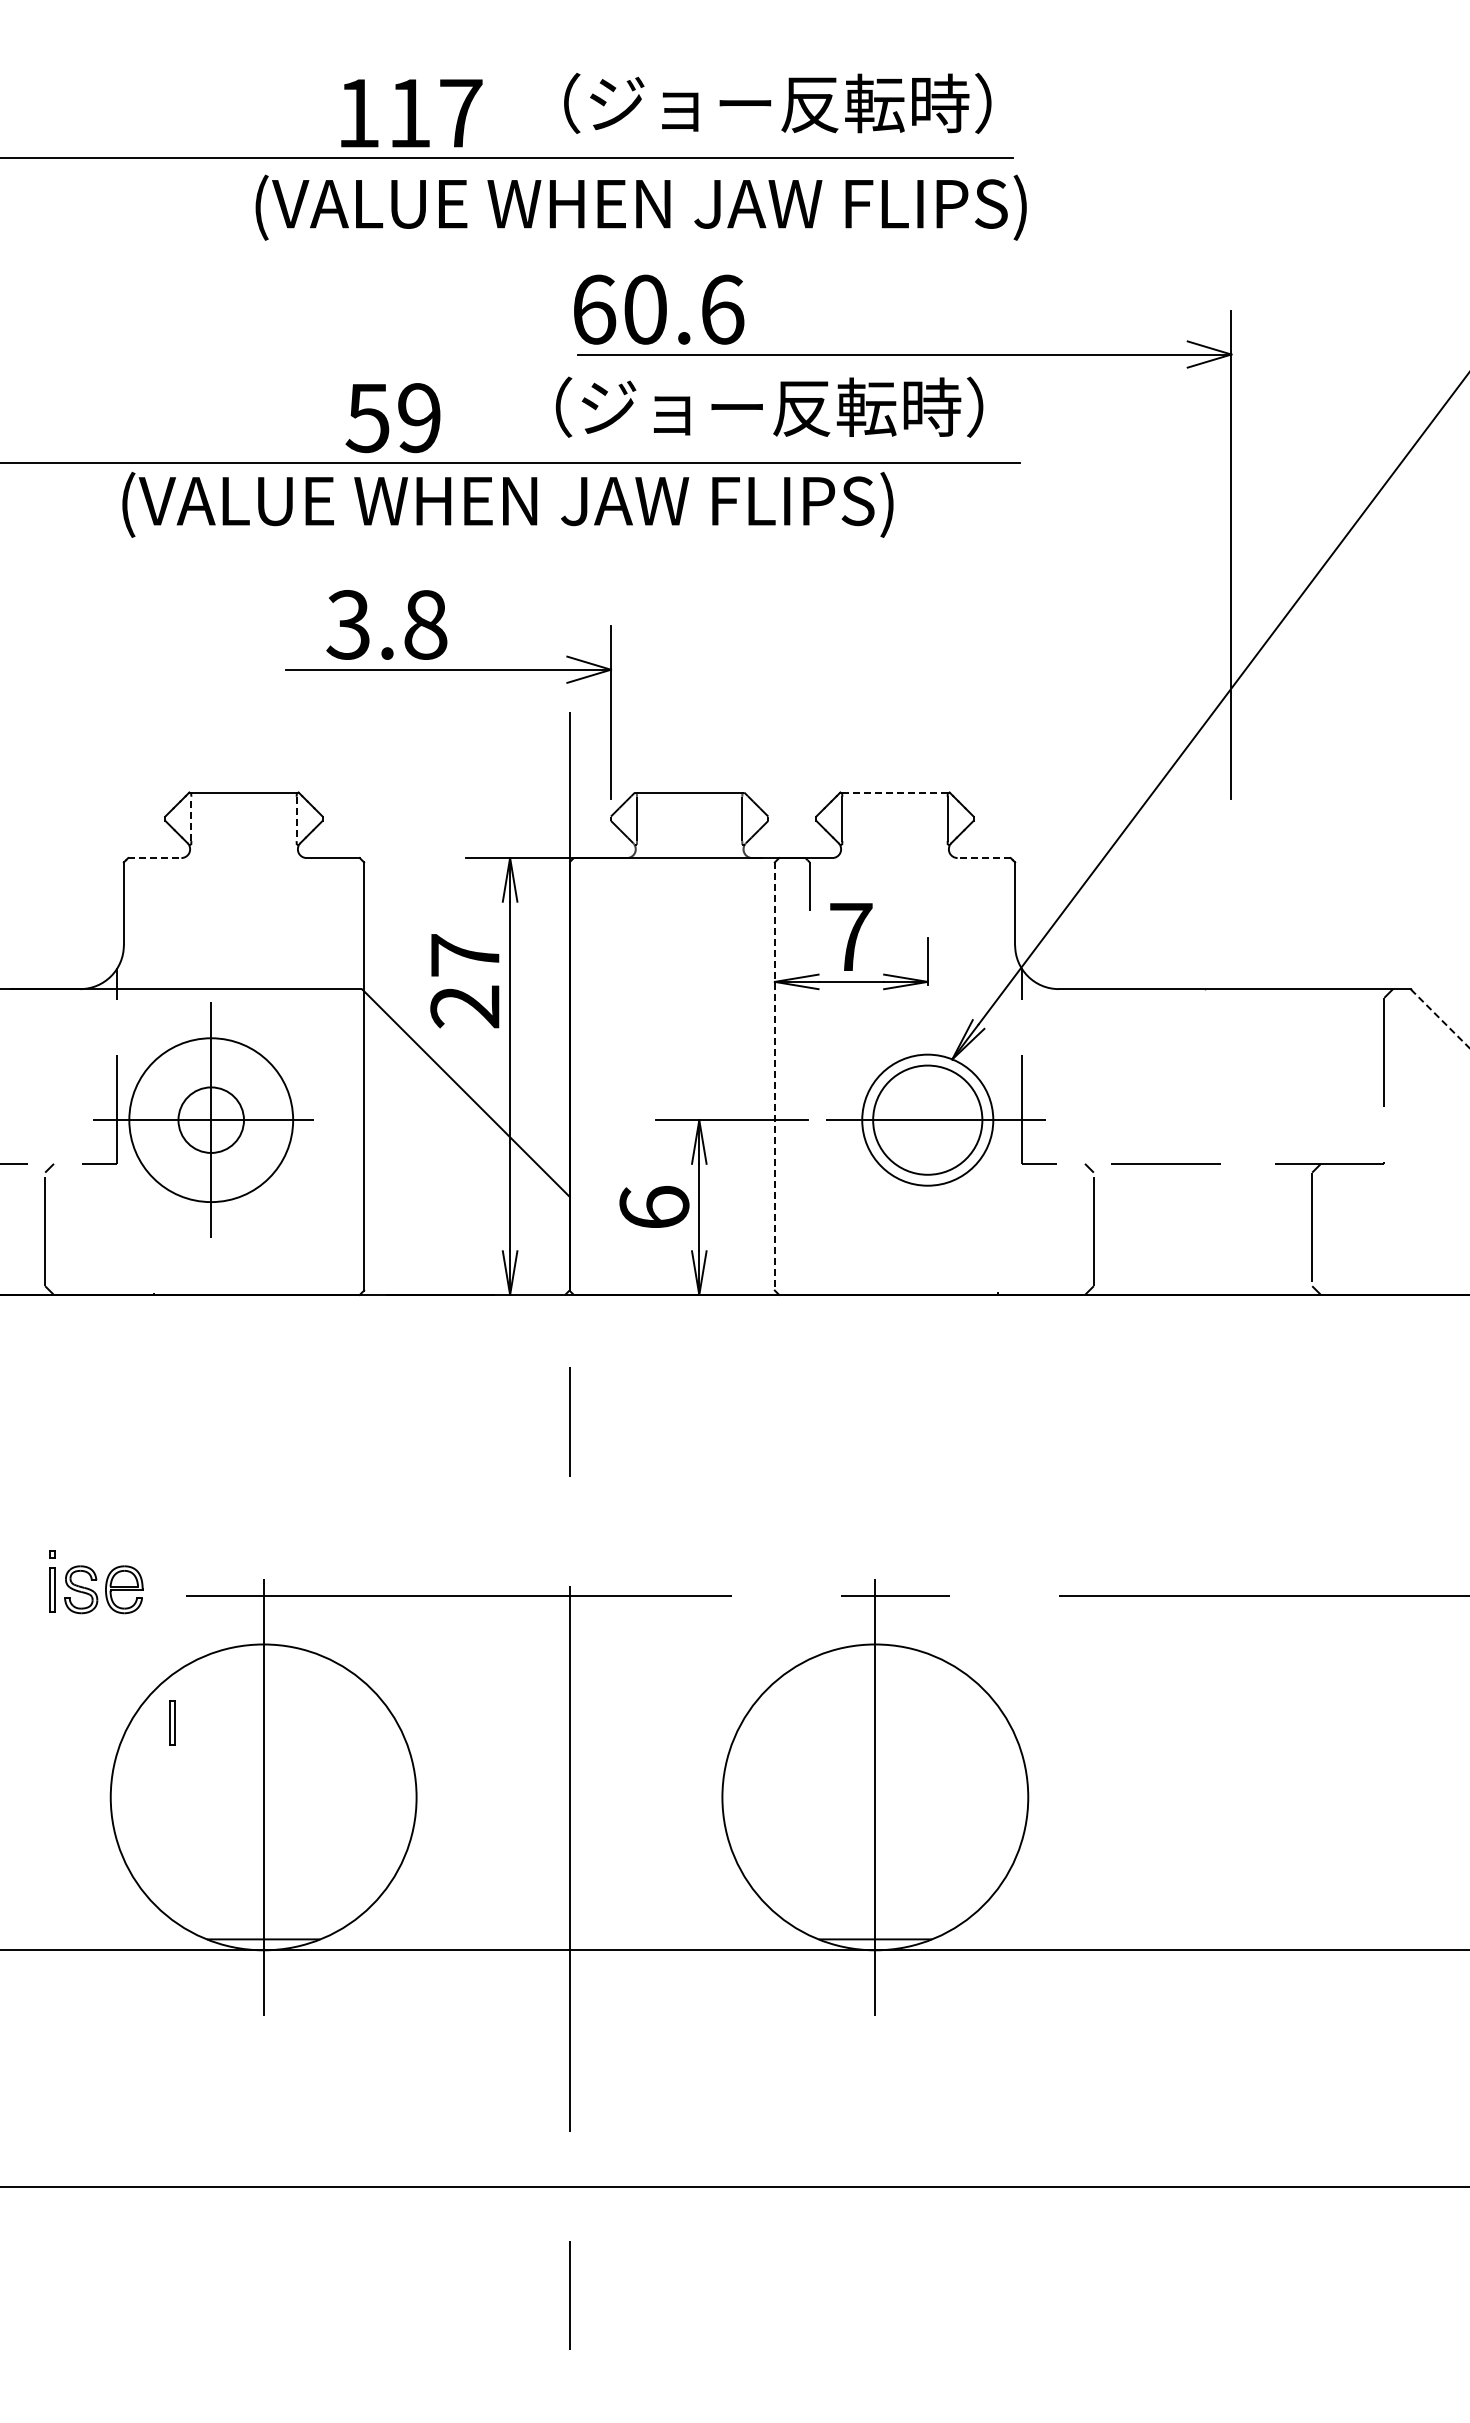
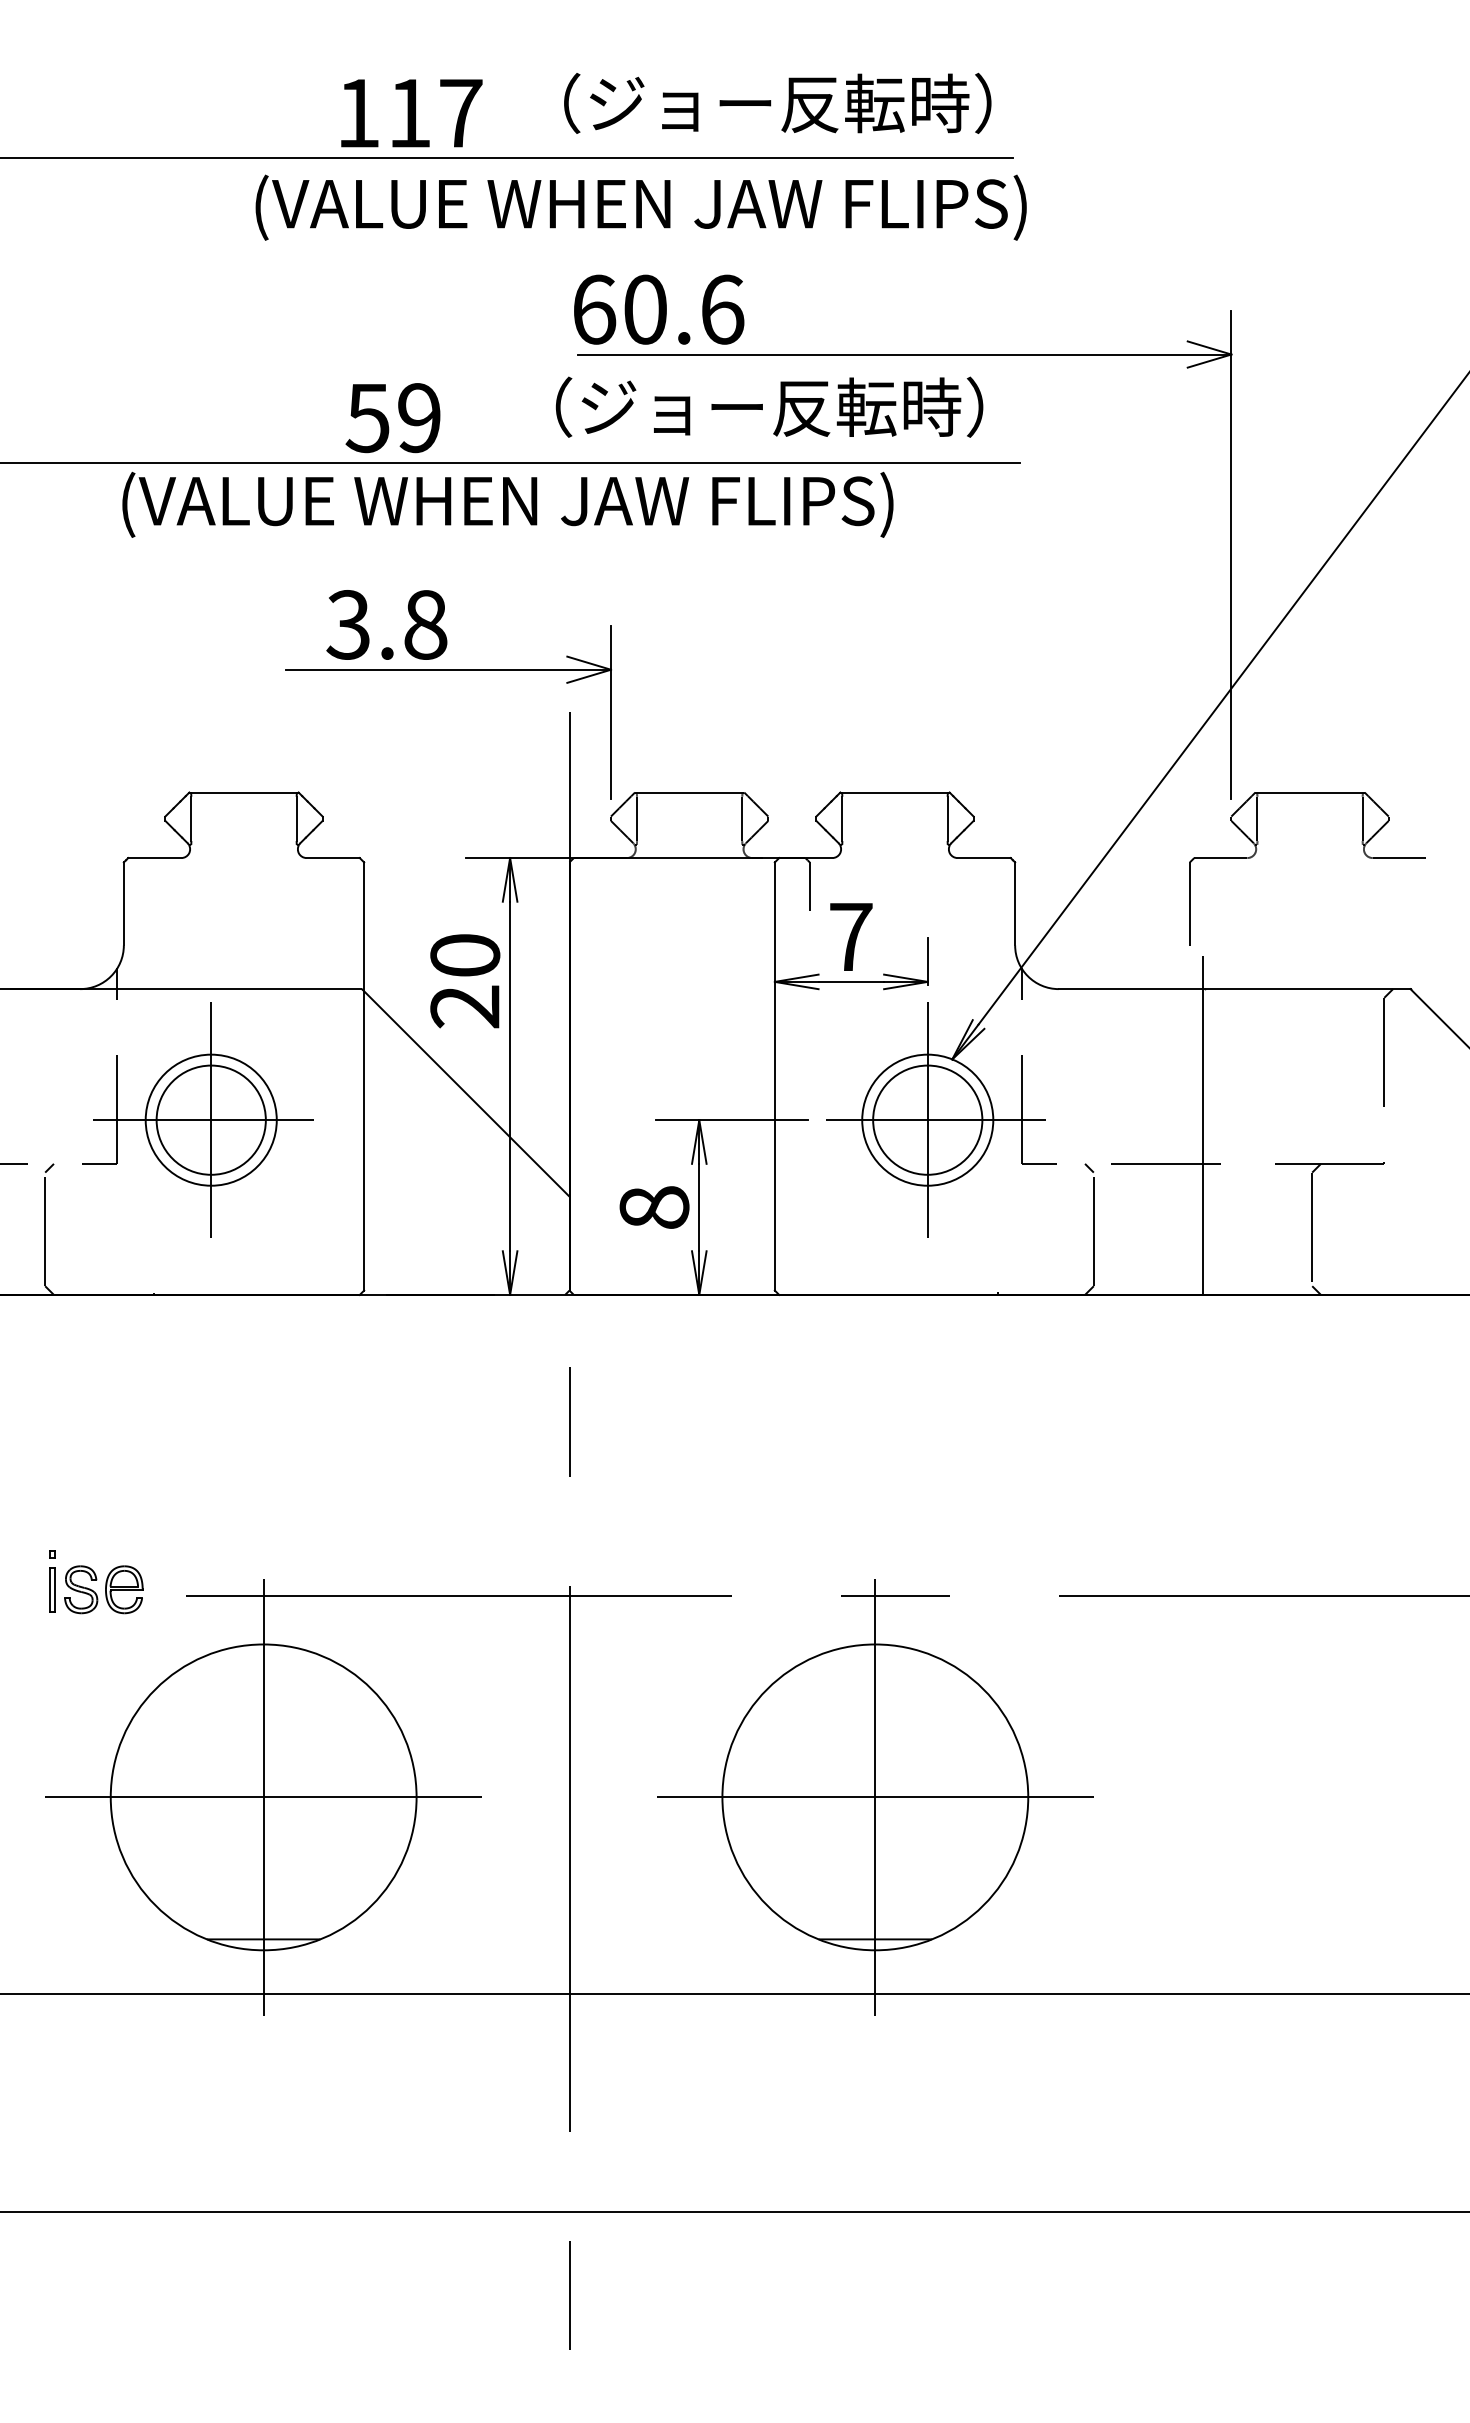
line at (894, 792): dashed -> solid
line at (191, 818): dashed -> solid
line at (296, 819): dashed -> solid
part at (1256, 853): none -> present
line at (154, 858): dashed -> solid
line at (984, 858): dashed -> solid
text at (465, 955): 27 -> 20
line at (1440, 1018): dashed -> solid
line at (774, 1077): dashed -> solid
circle at (211, 1119) diameter: 66 px -> 109 px
circle at (211, 1120) diameter: 164 px -> 131 px
line at (927, 1120): none -> present
line at (1203, 1124): none -> present
text at (654, 1207): 6 -> 8
part at (172, 1722): present -> none
line at (263, 1797): none -> present
line at (874, 1797): none -> present
line at (734, 1950) position: (734, 1950) -> (734, 1994)
line at (734, 2187) position: (734, 2187) -> (734, 2212)
